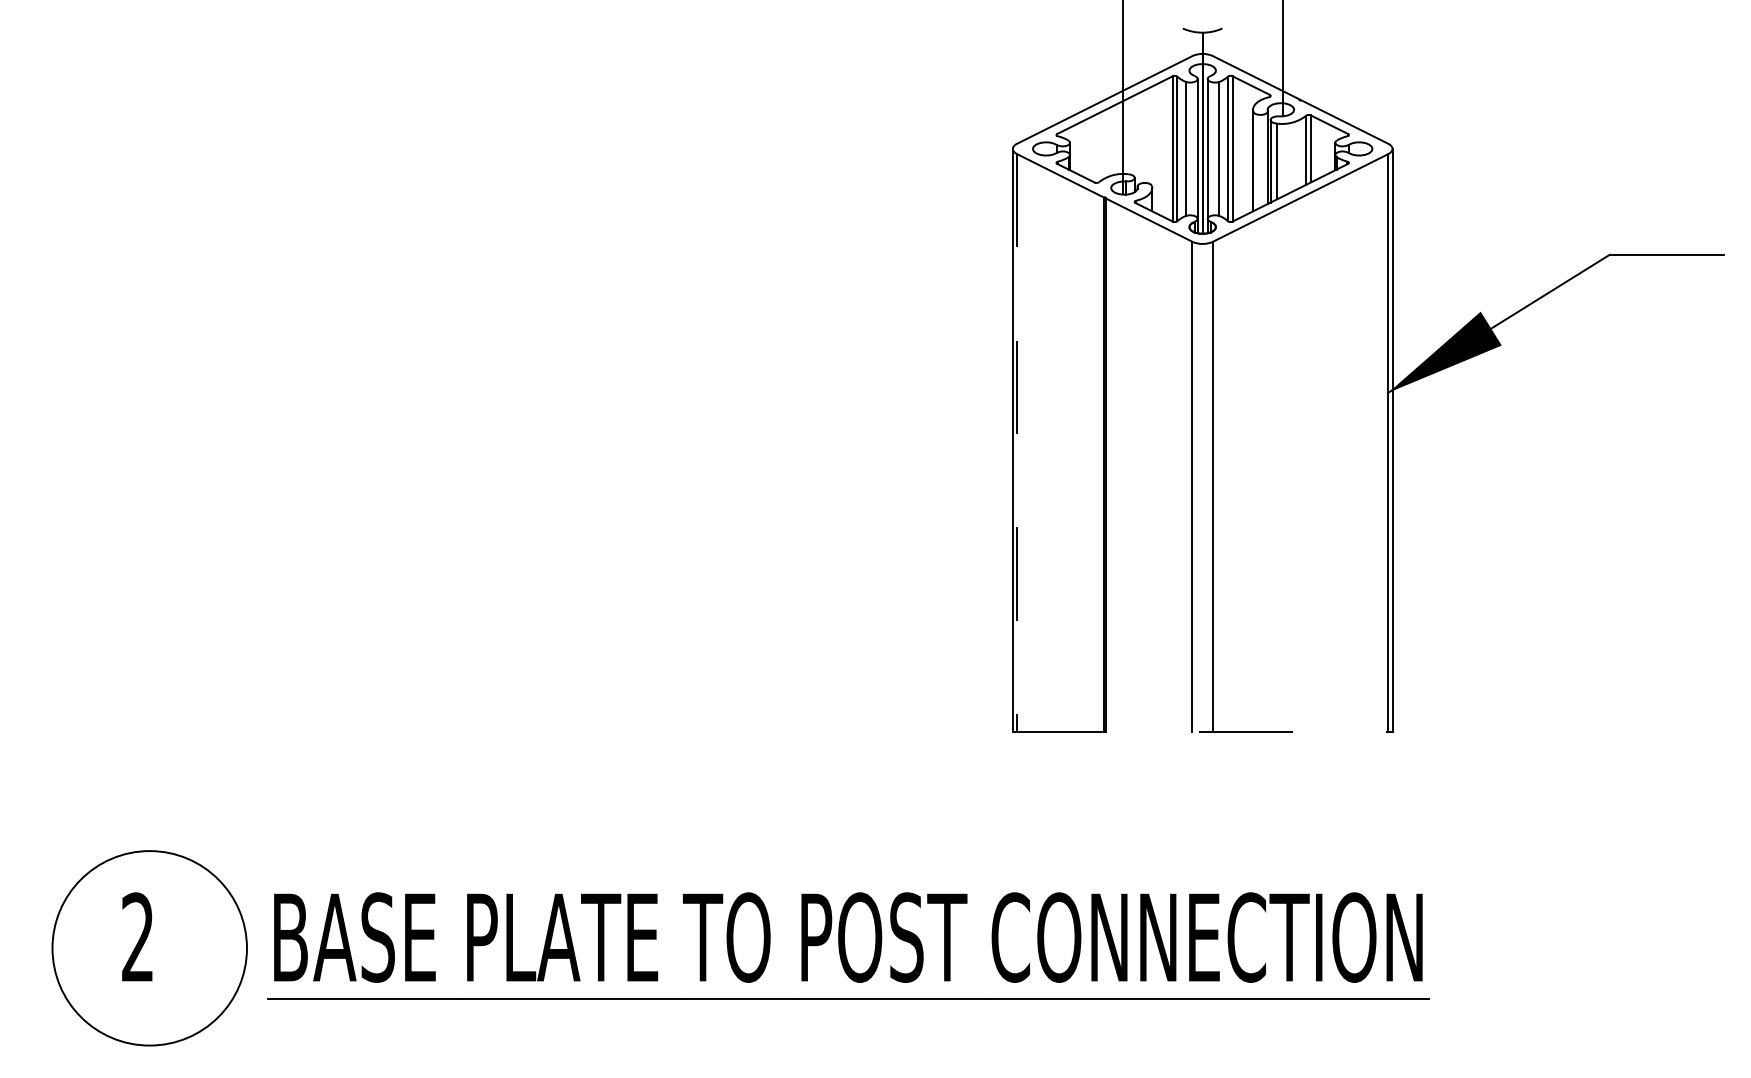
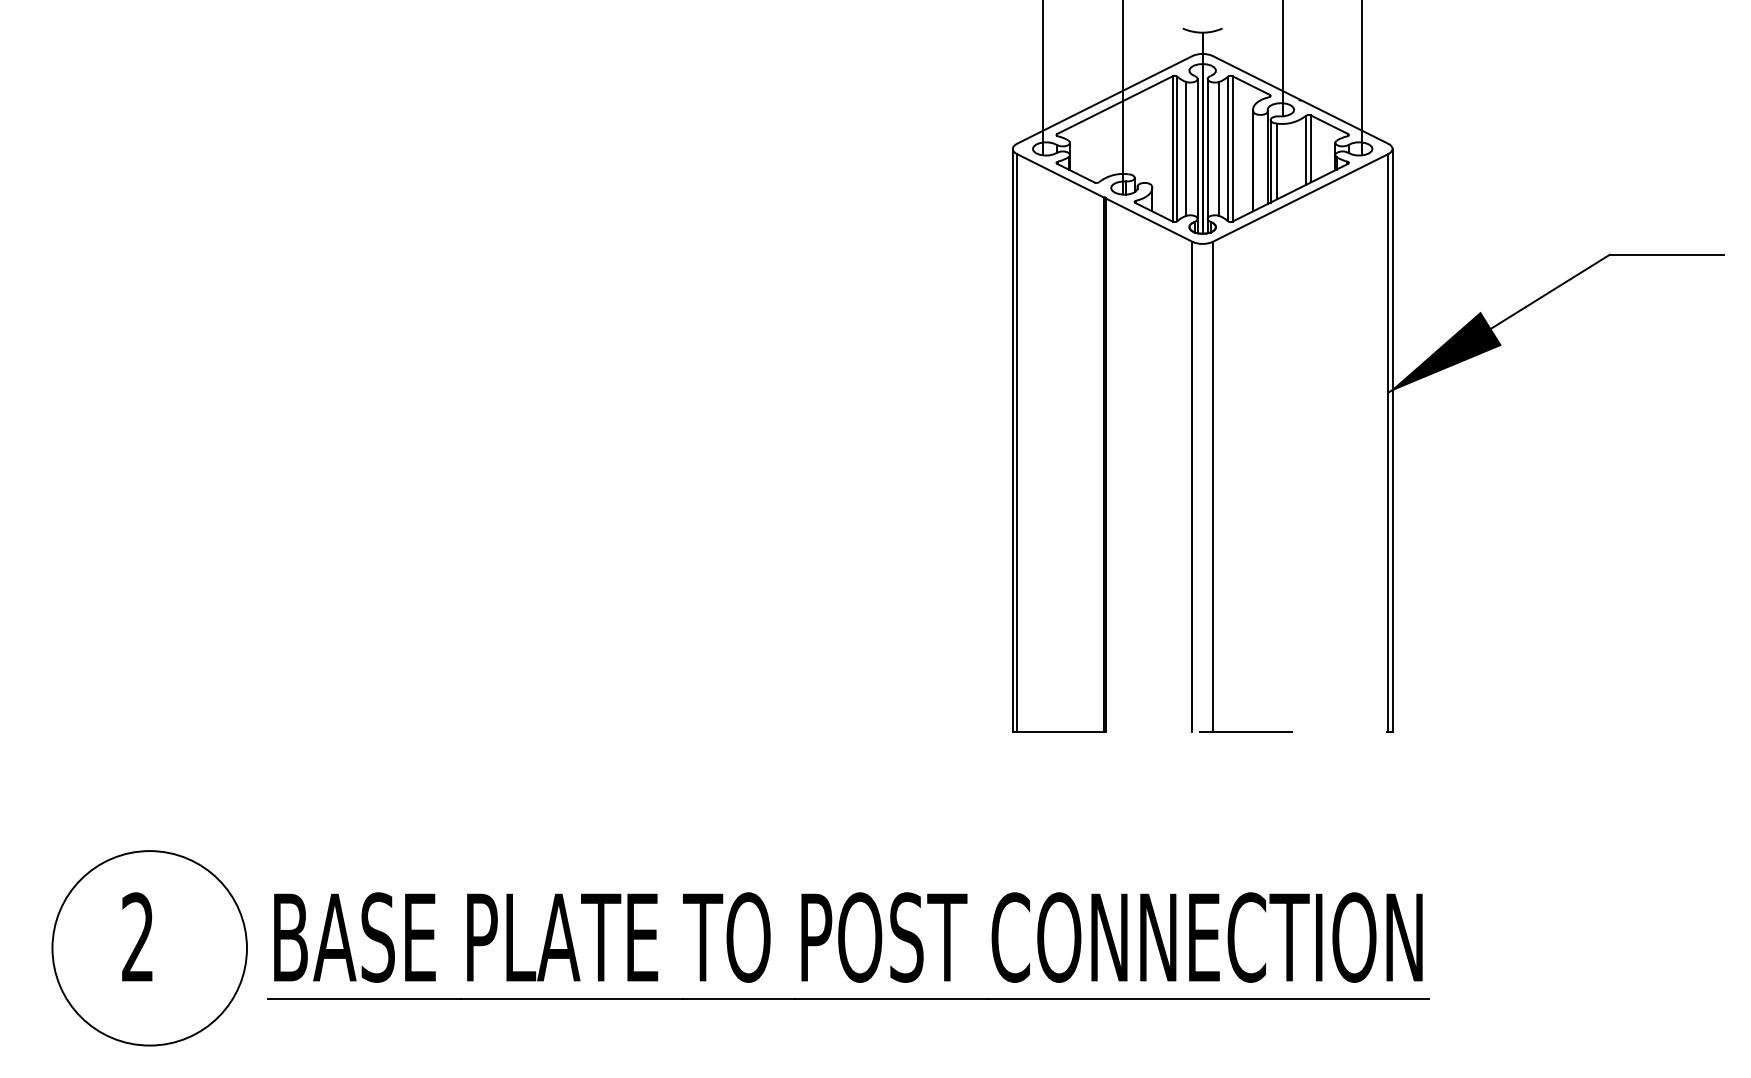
line at (1043, 78): none -> present
line at (1362, 78): none -> present
line at (1017, 443): dashed -> solid
